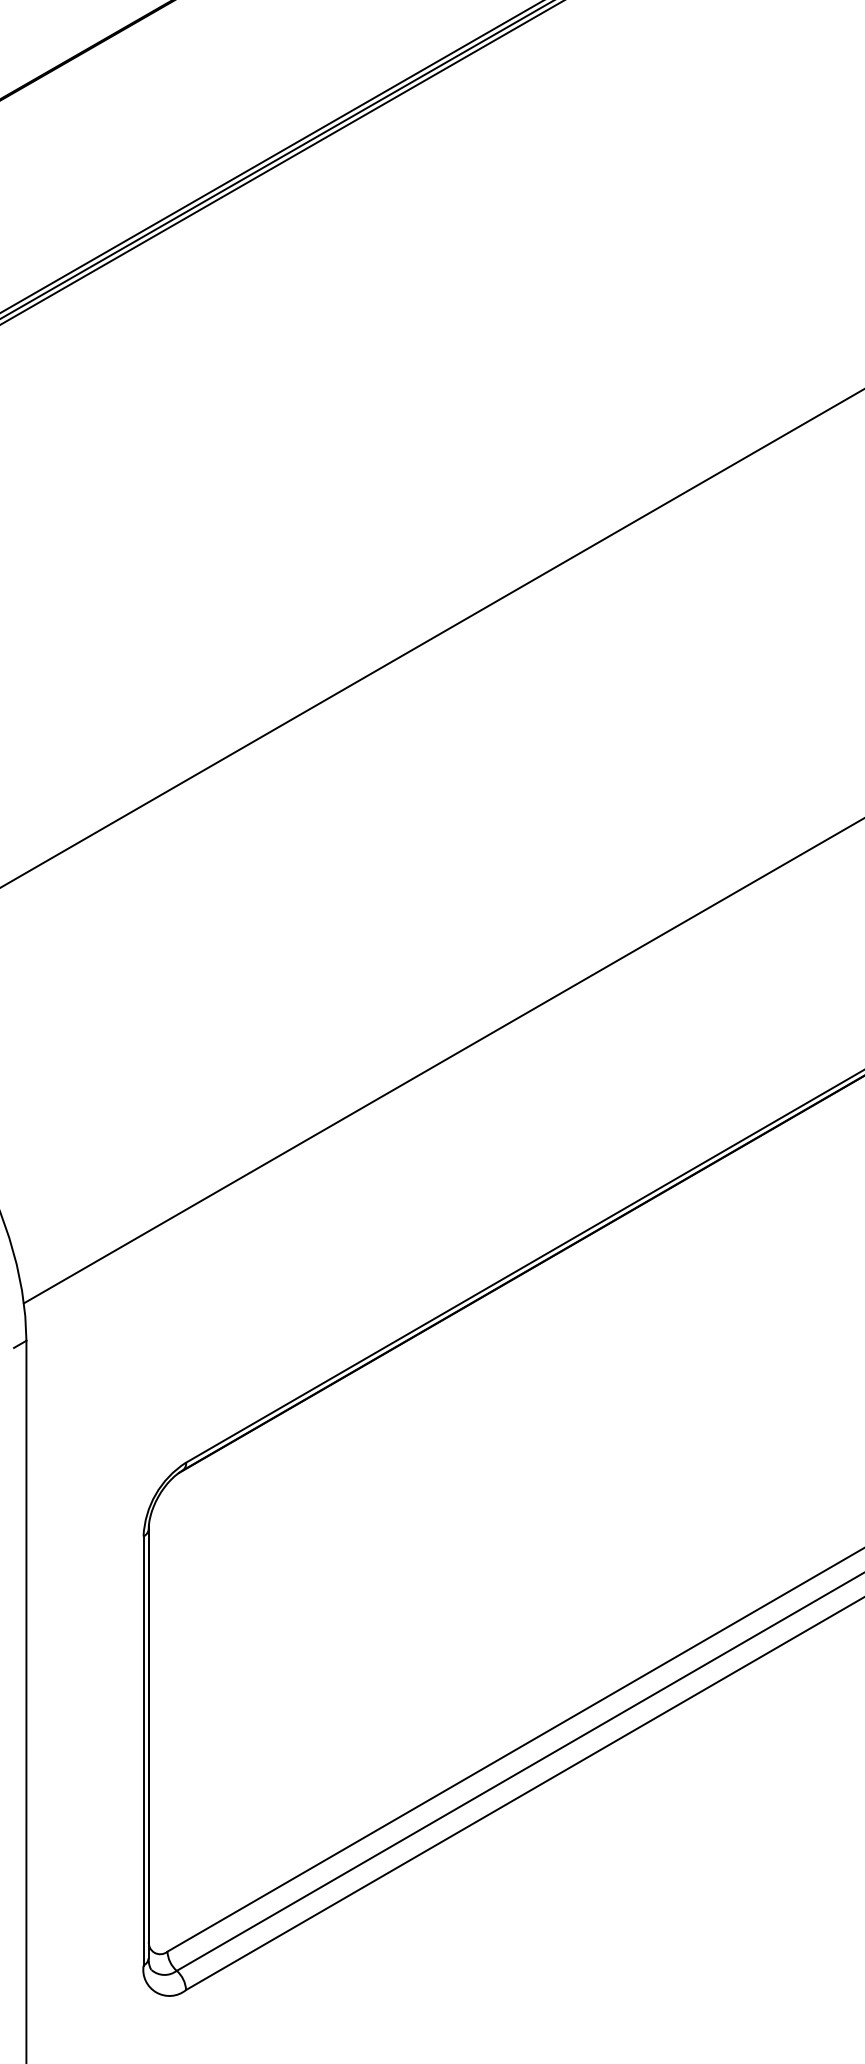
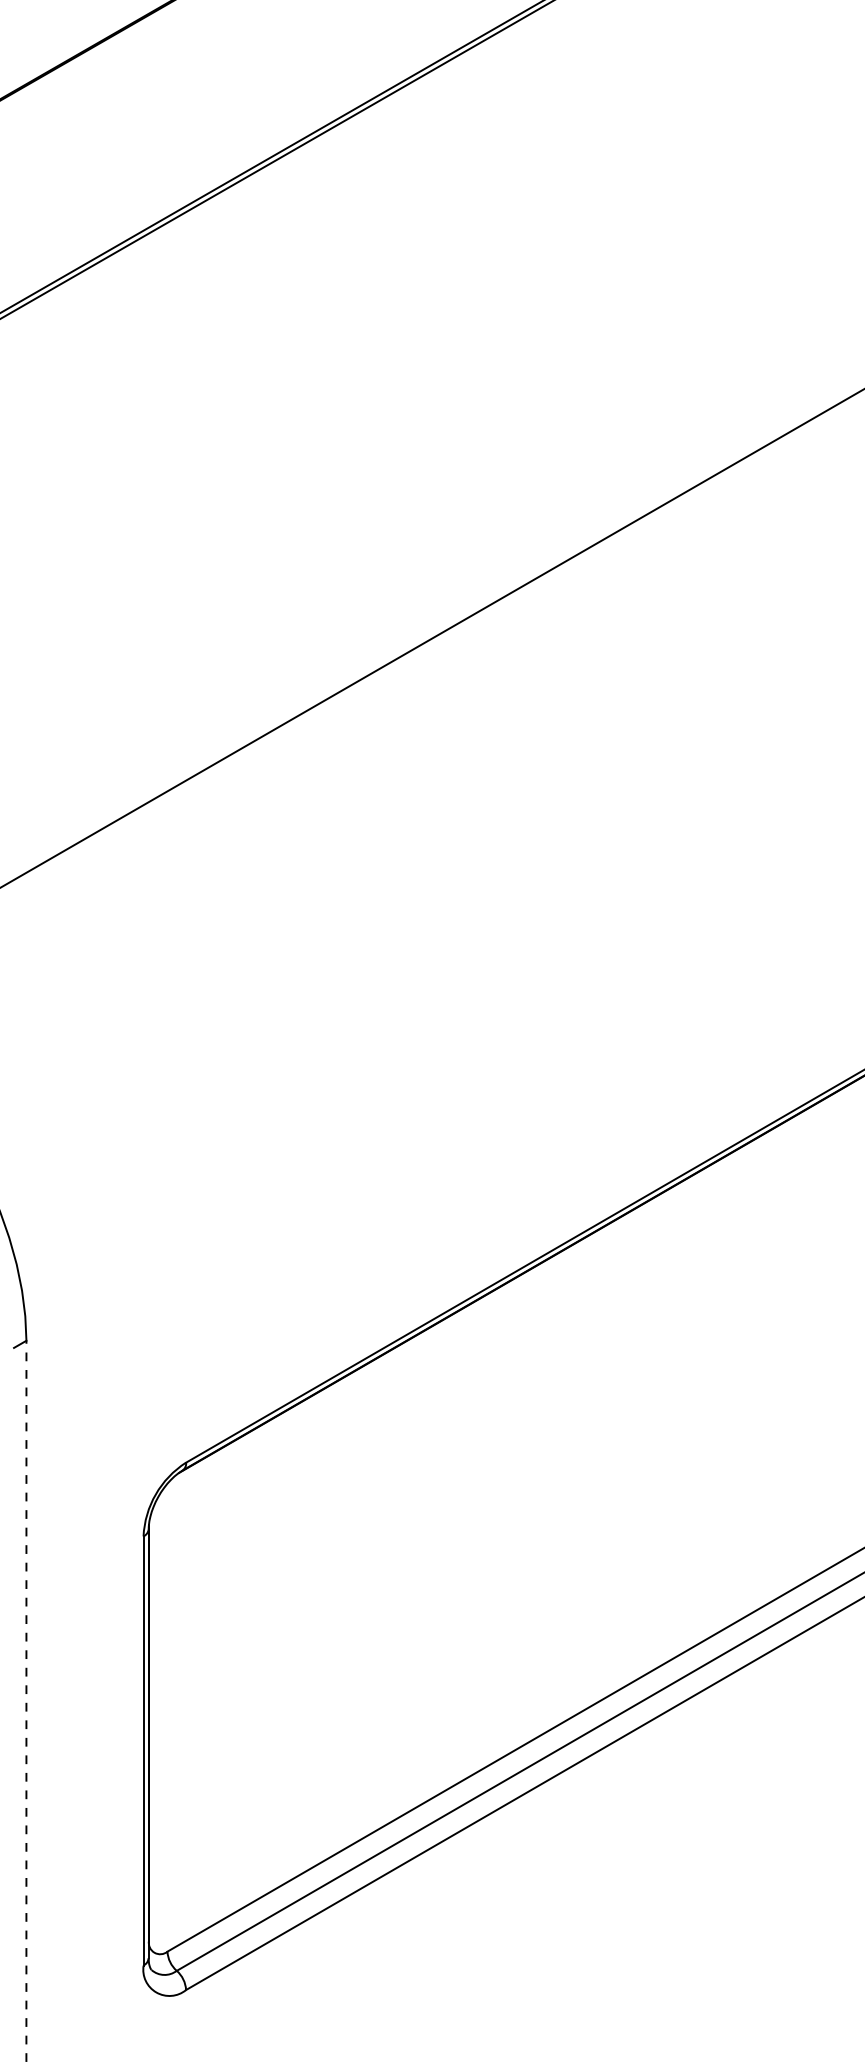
line at (281, 162): present -> none
line at (442, 1061): present -> none
line at (26, 1701): solid -> dashed
